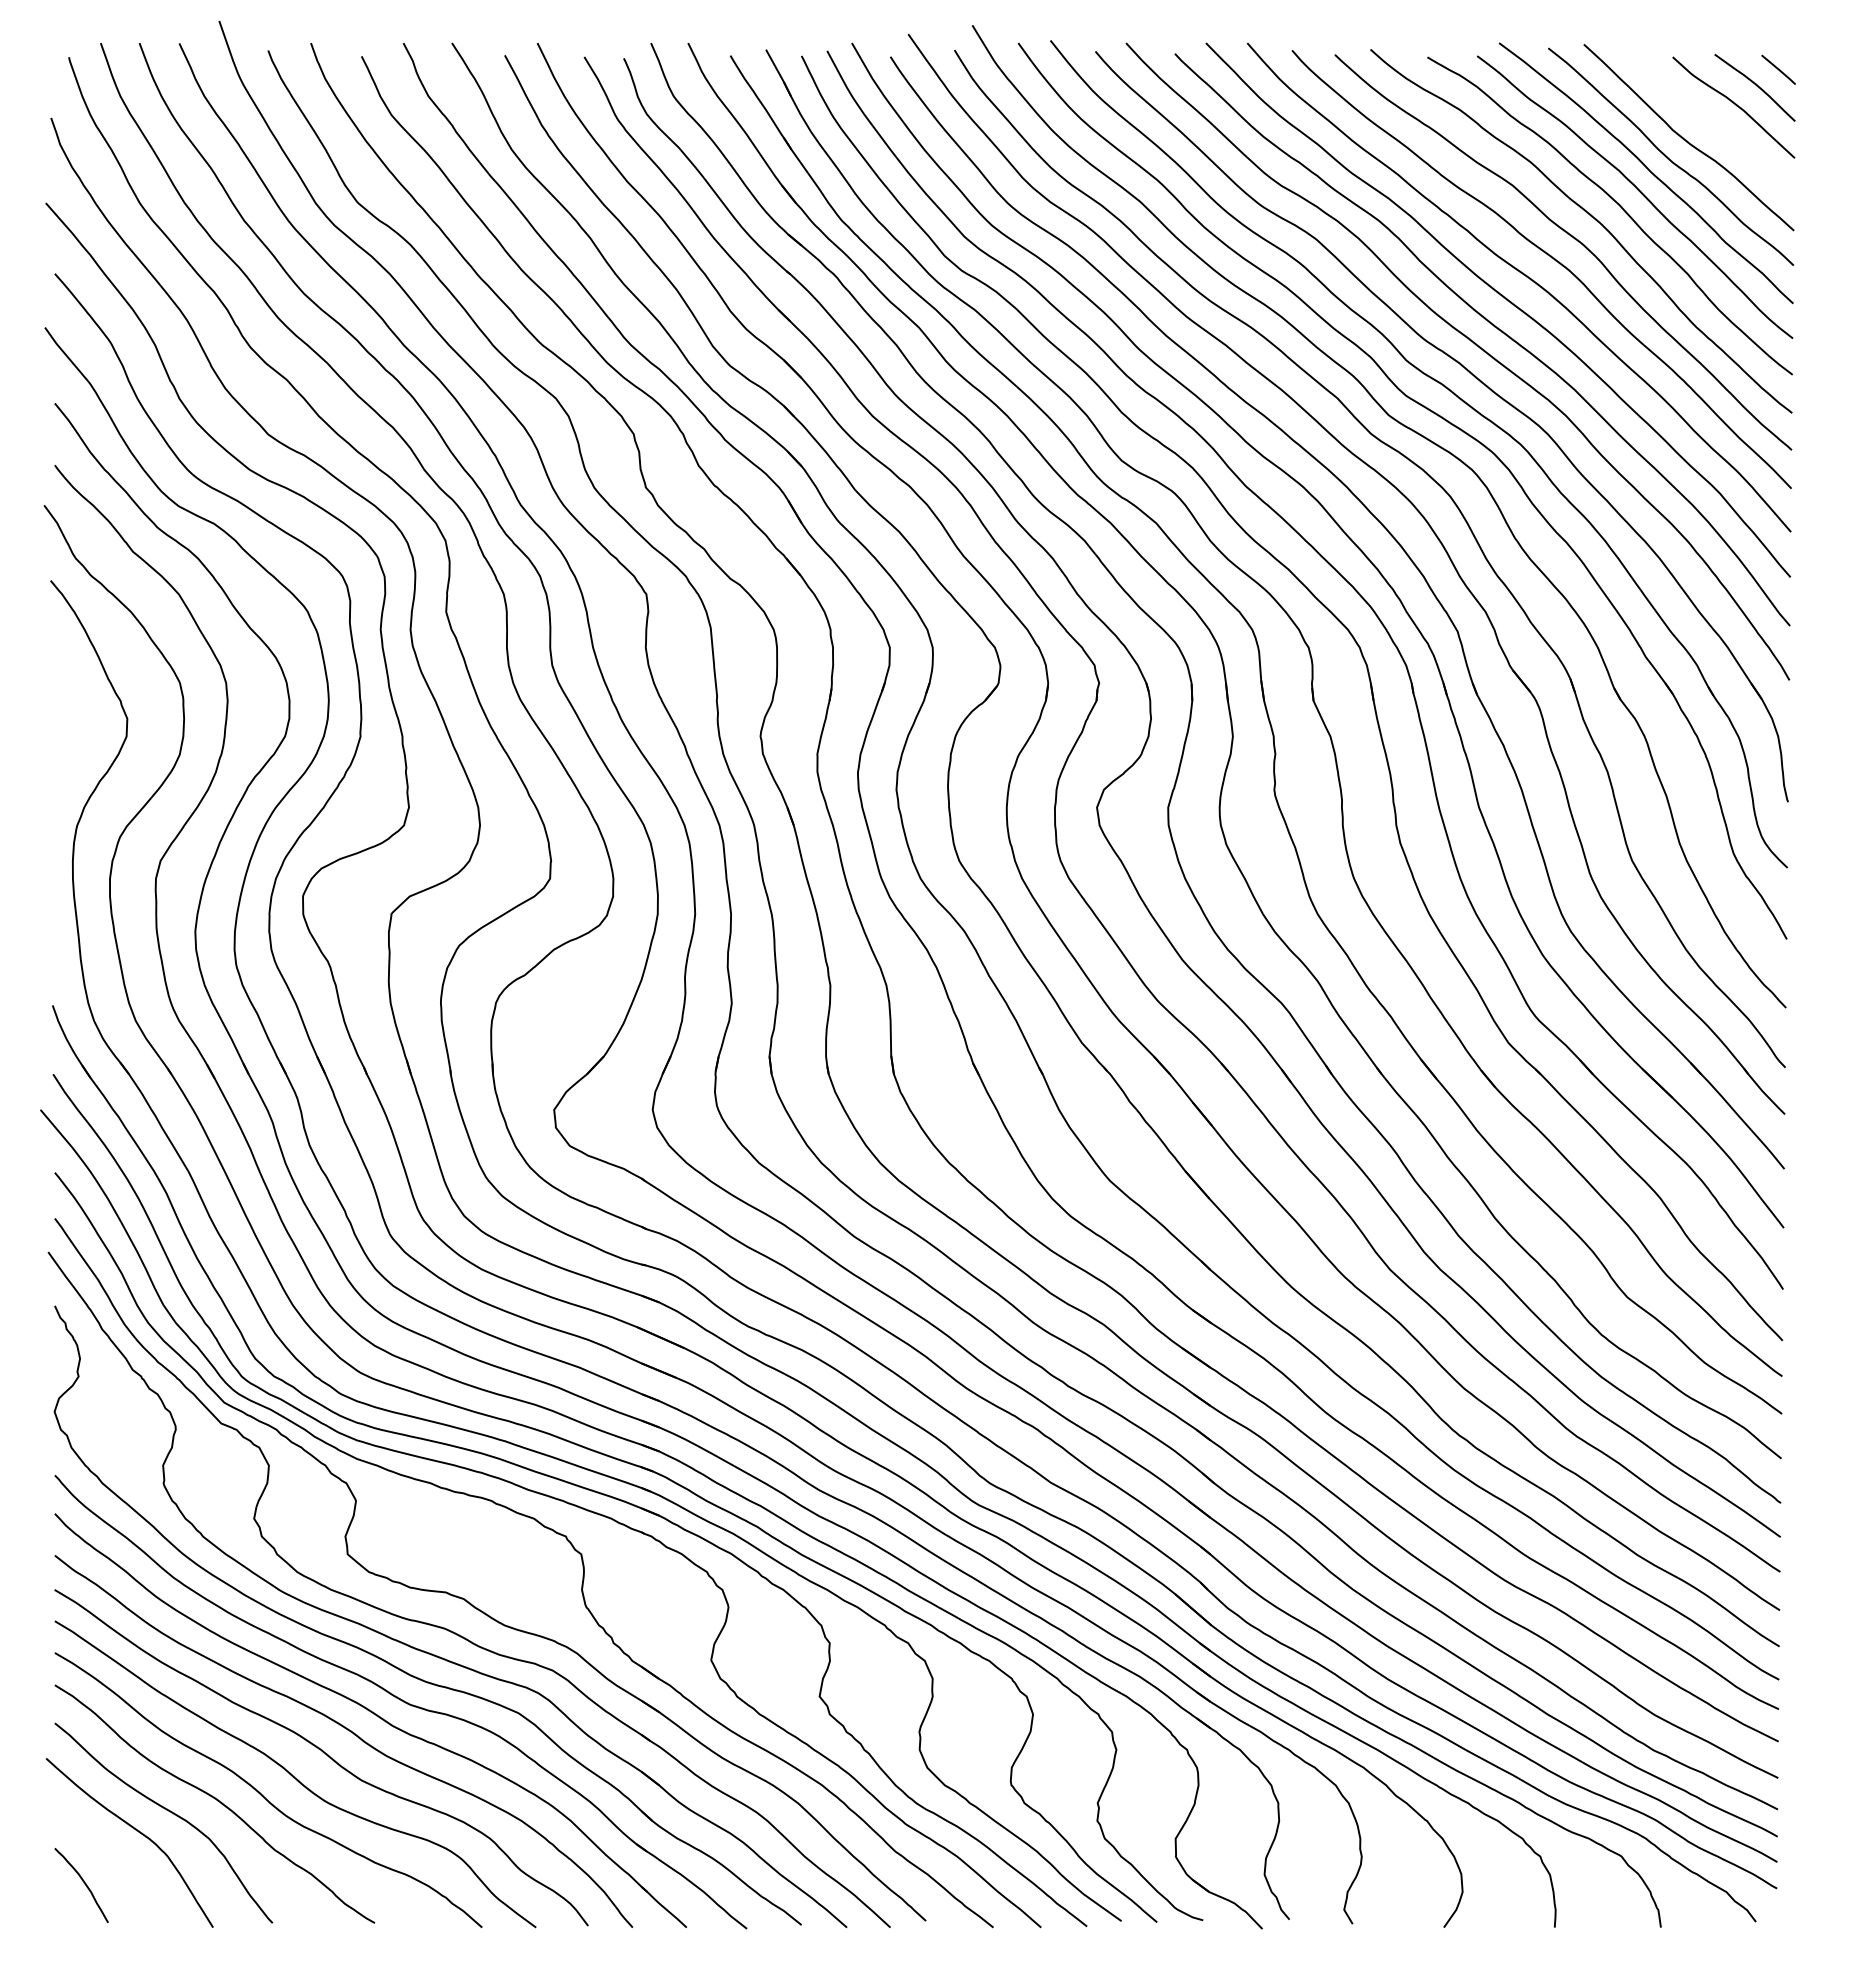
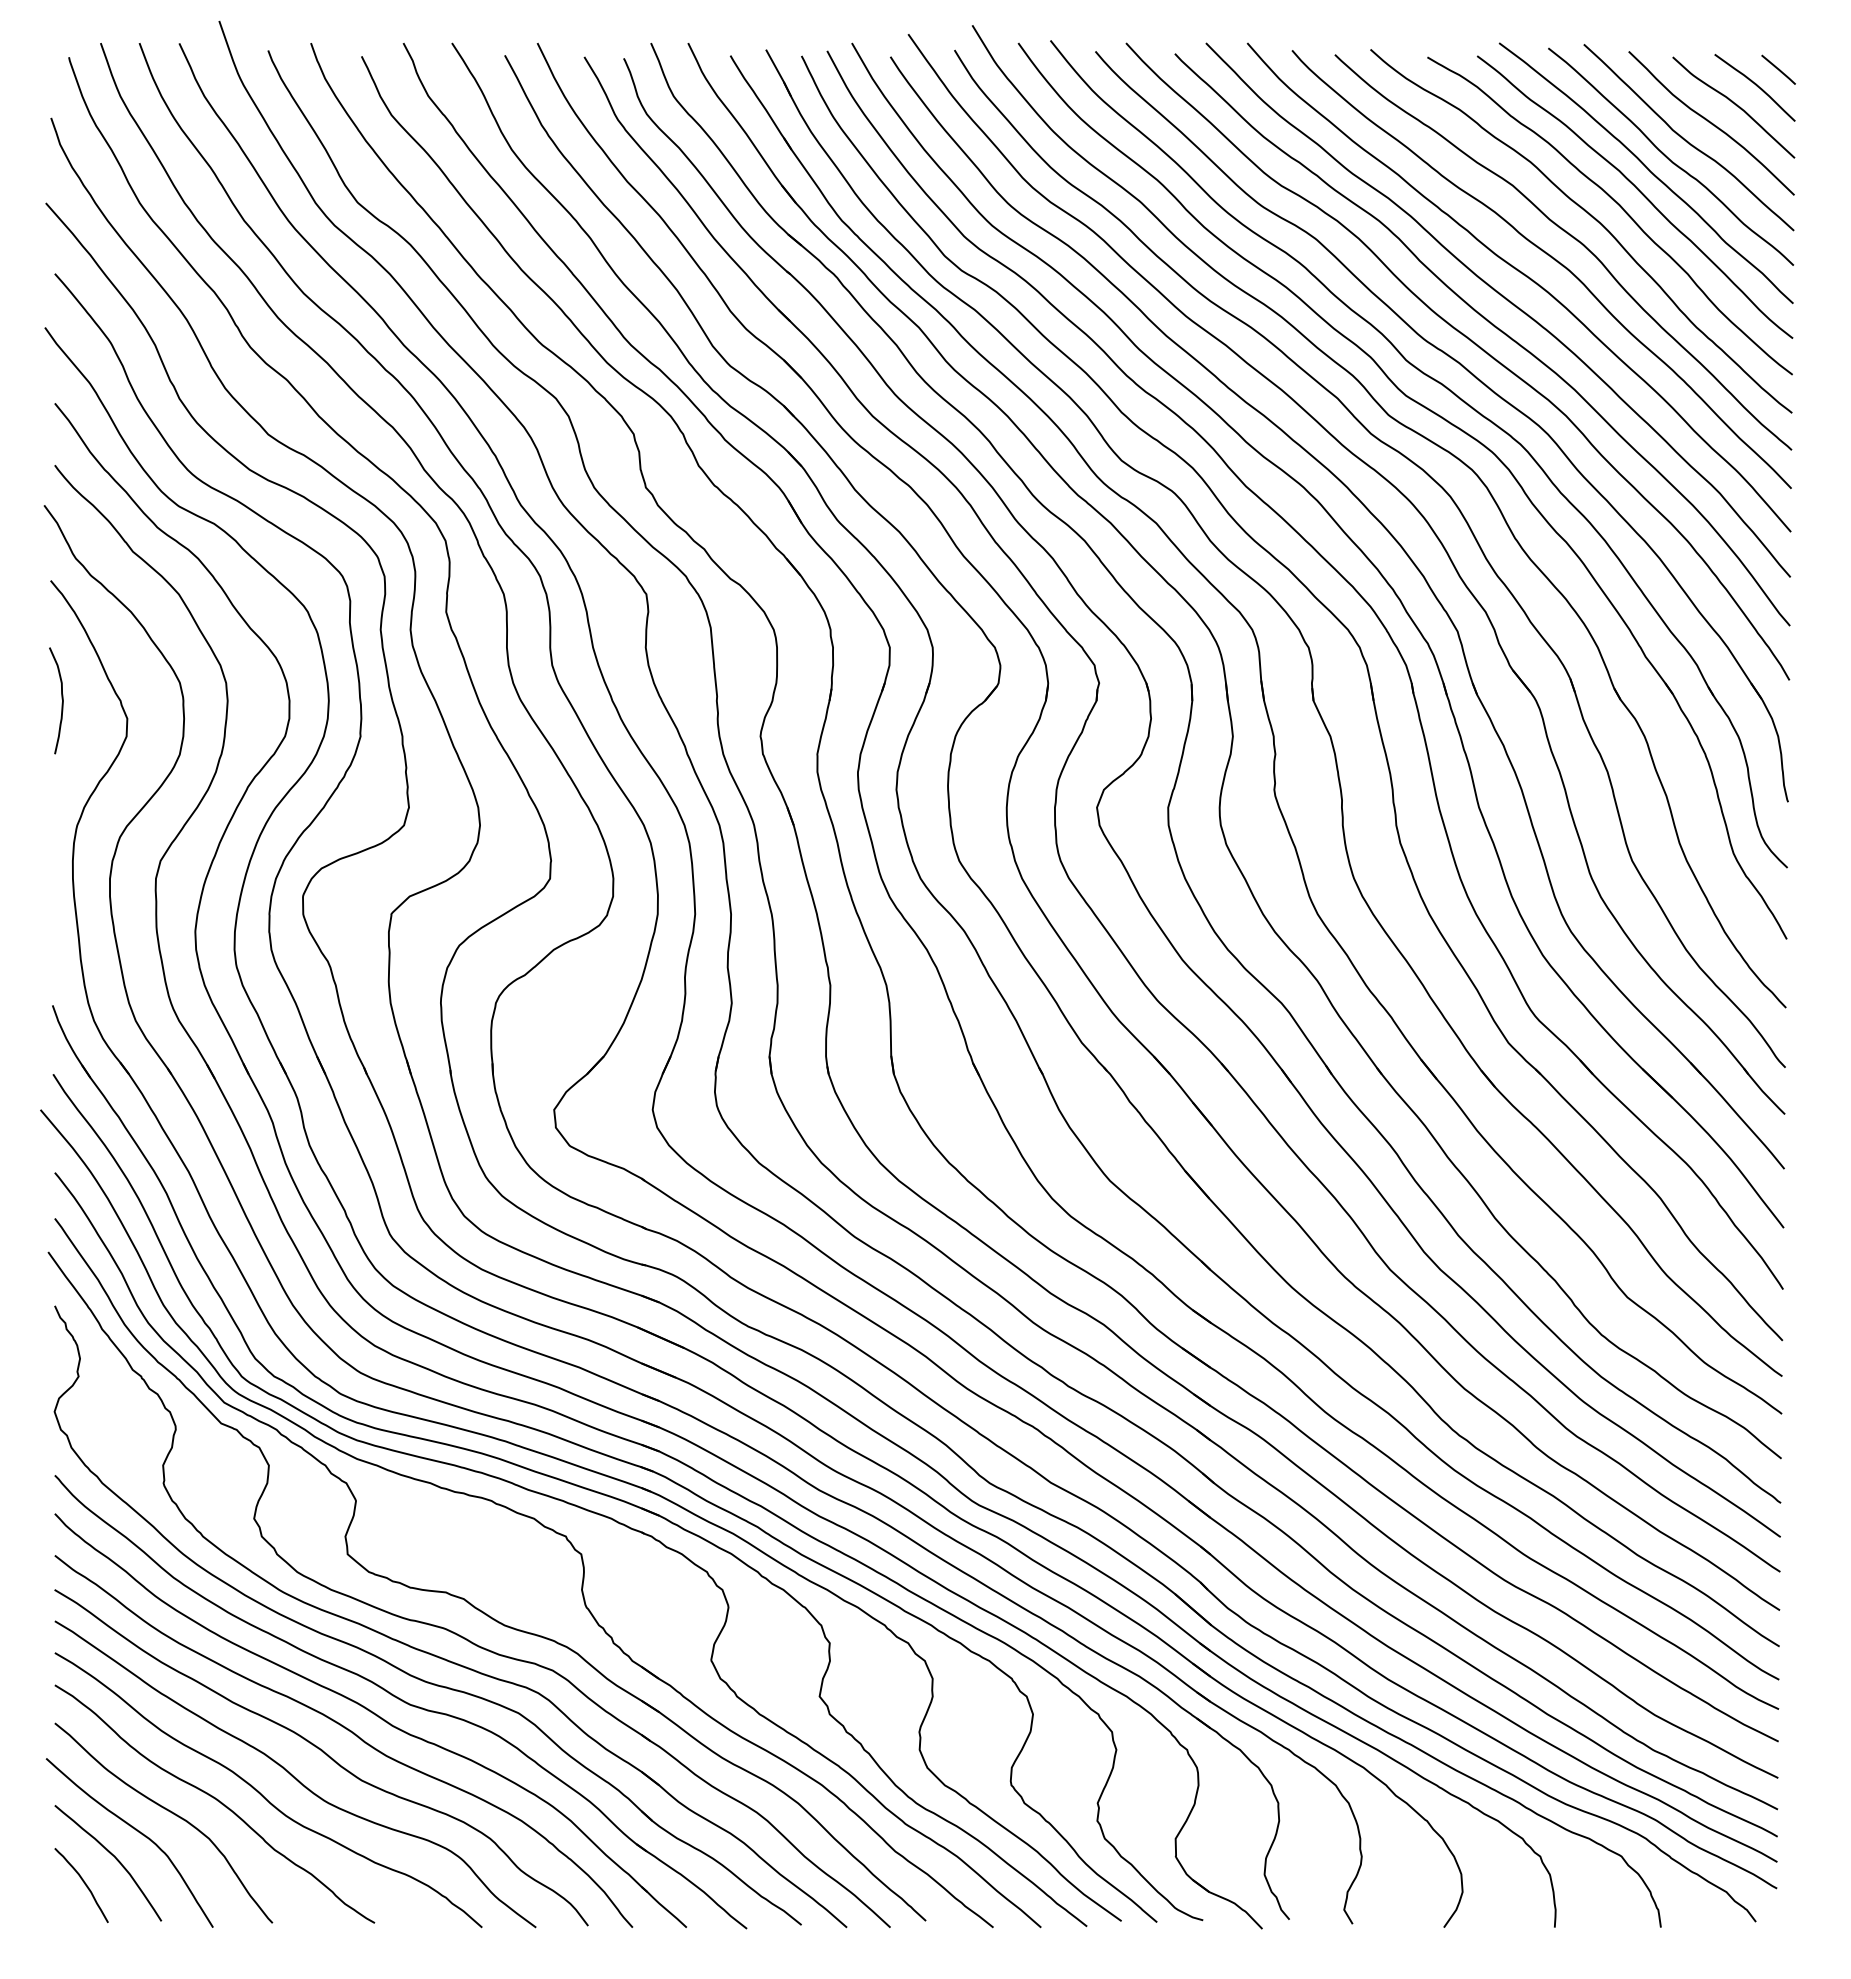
curve at (1711, 123): none -> present
curve at (61, 699): none -> present
curve at (115, 1859): none -> present
